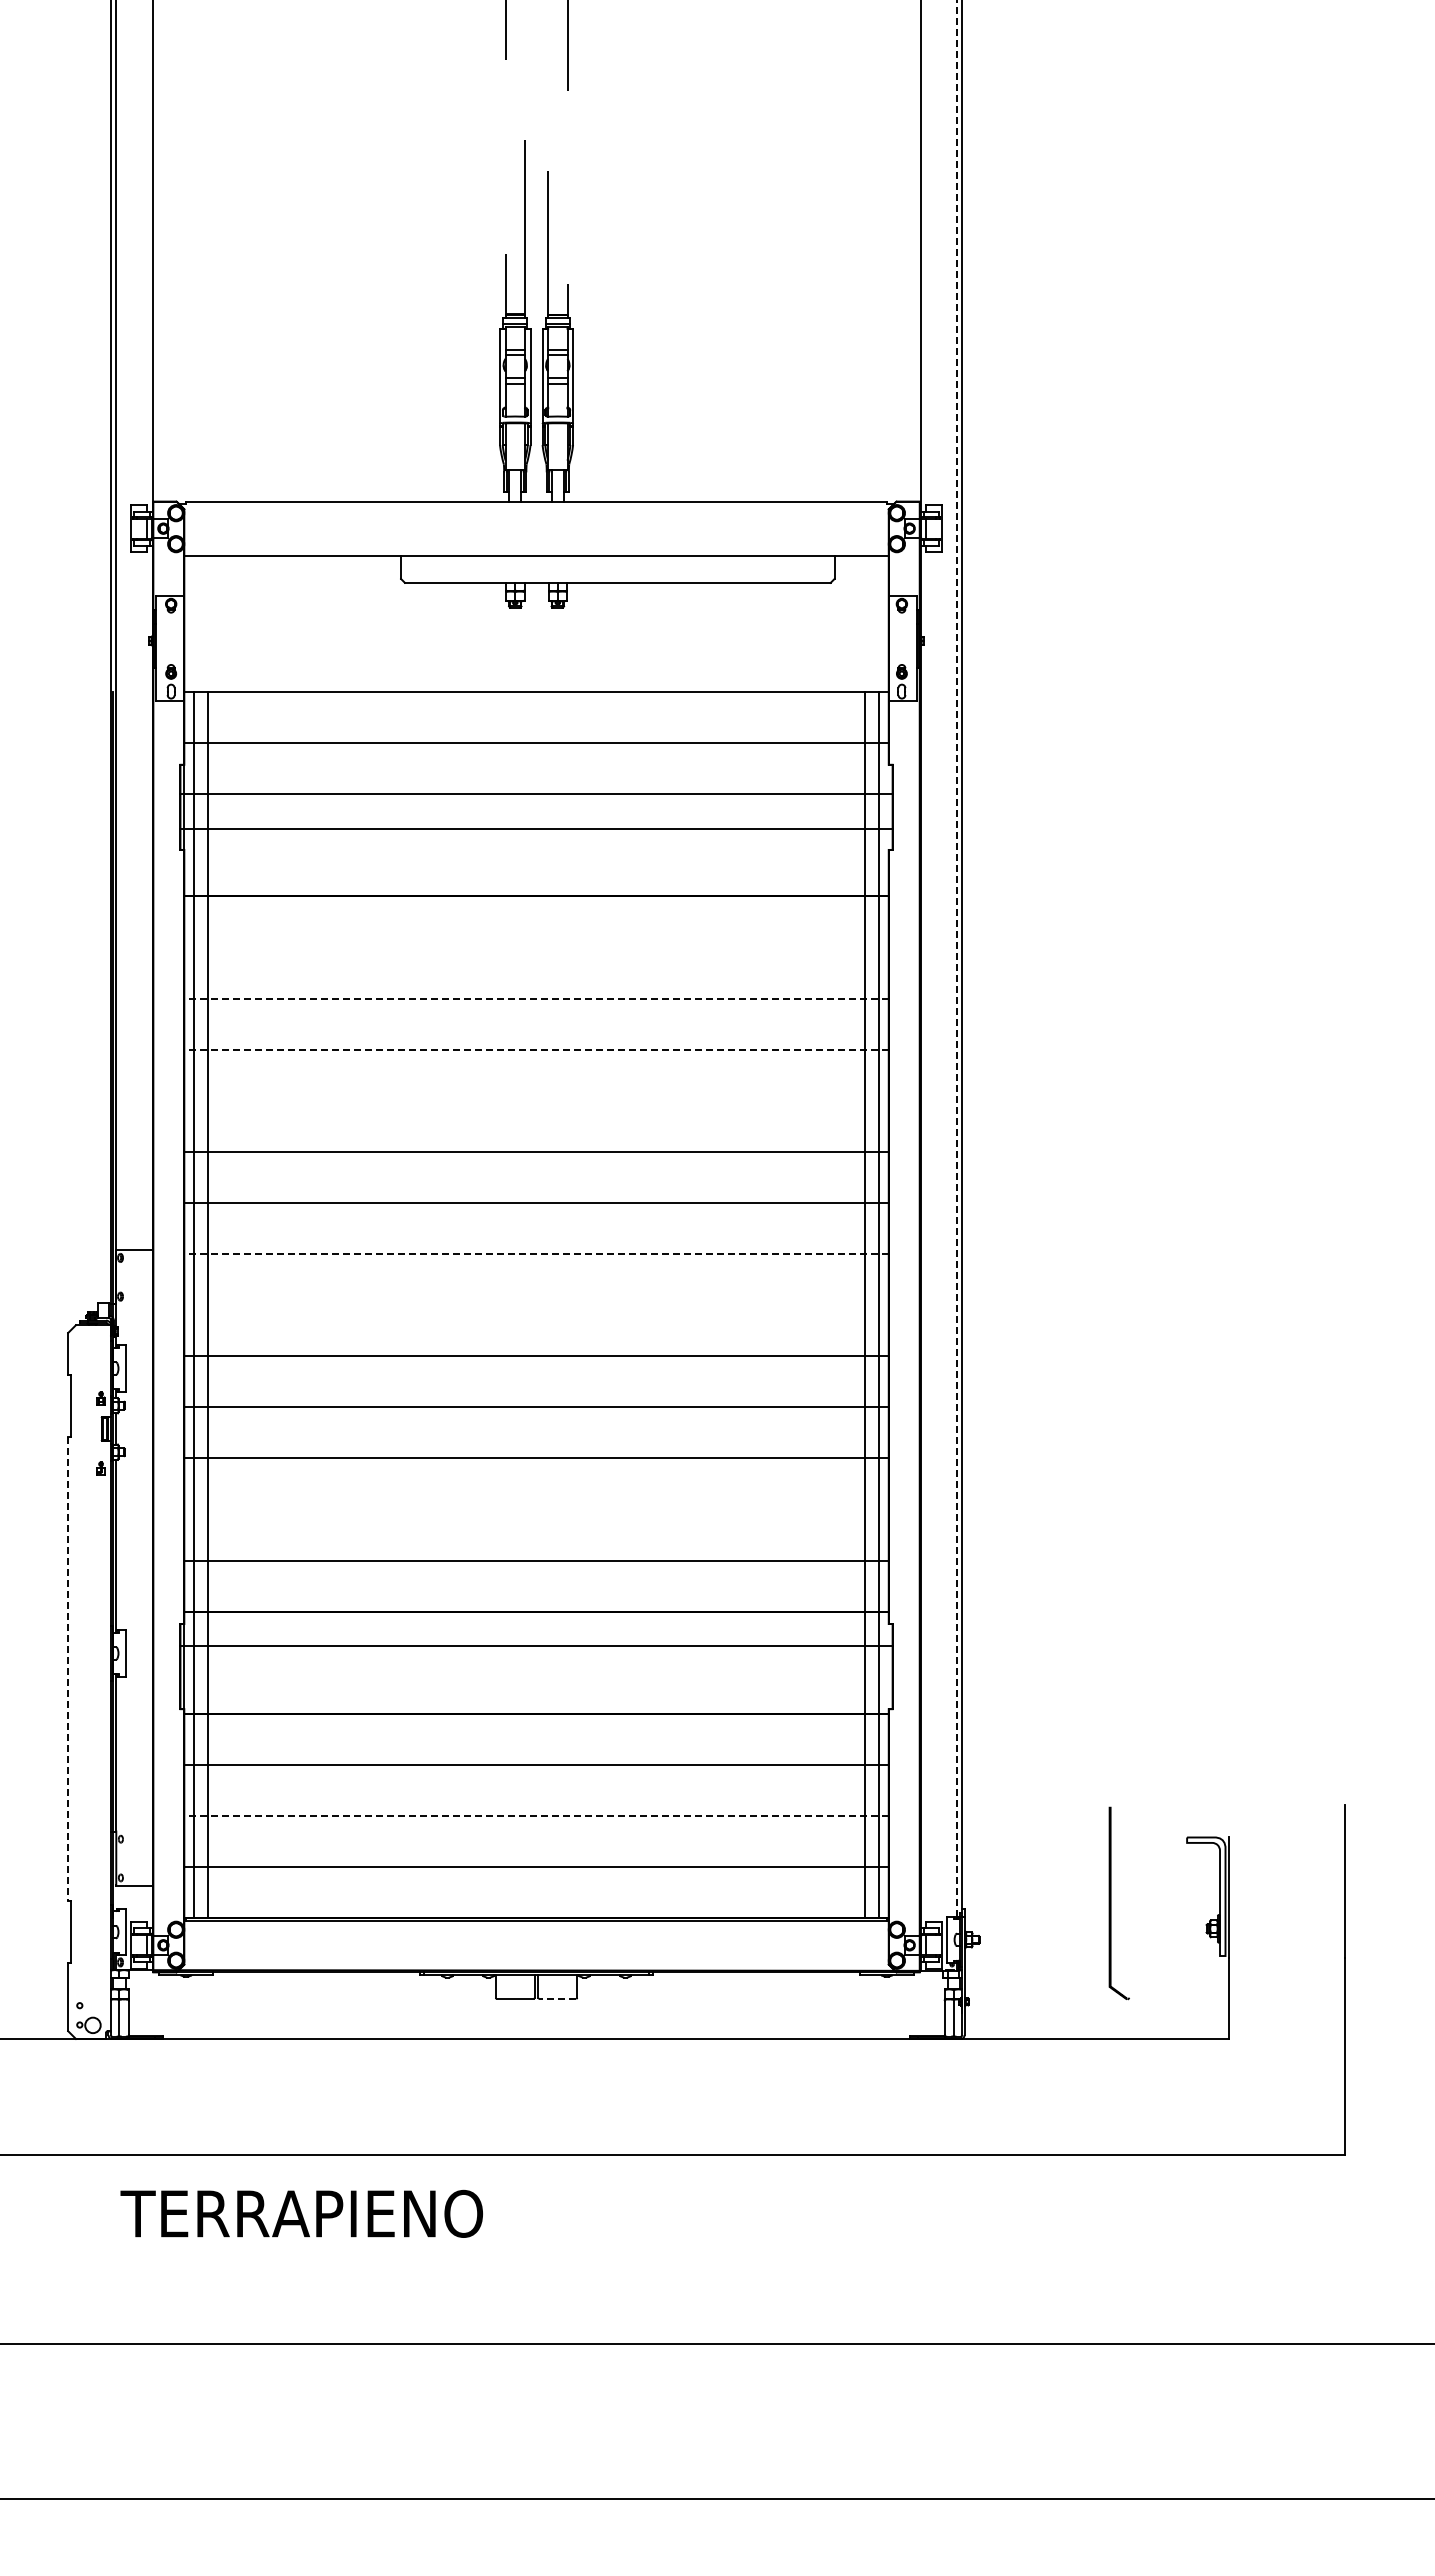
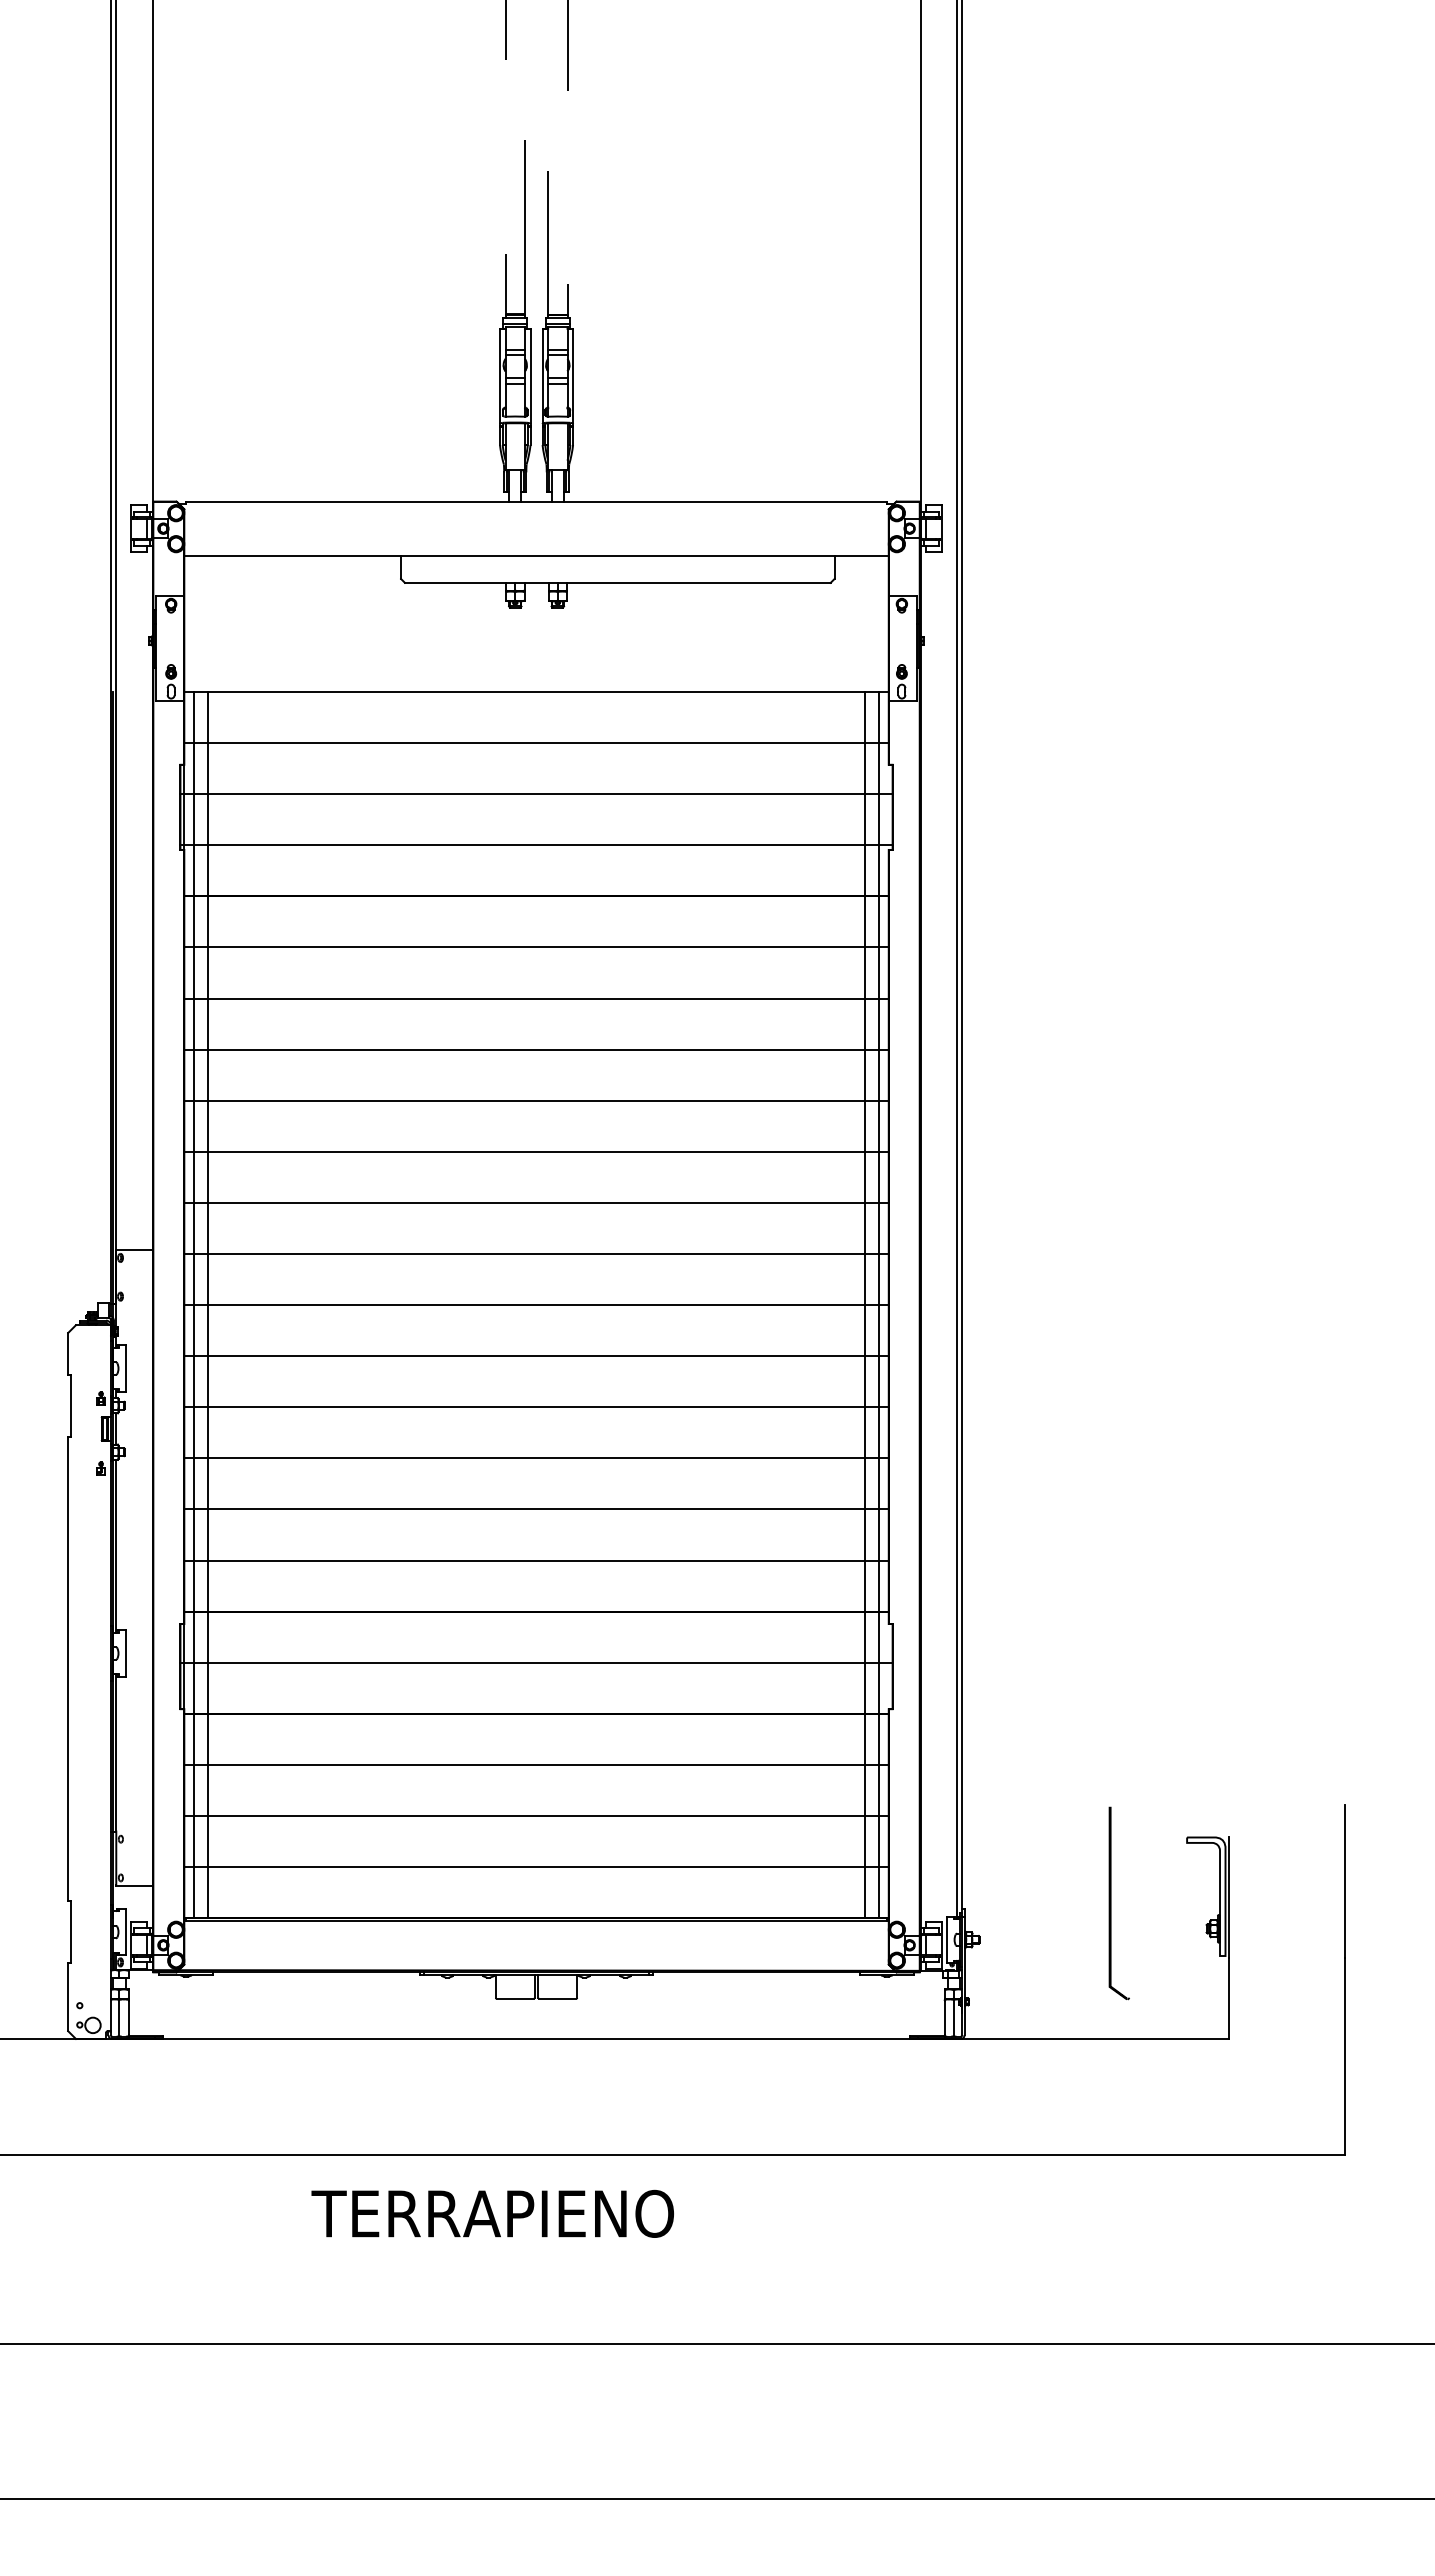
line at (536, 829) position: (536, 829) -> (536, 845)
line at (536, 947): none -> present
line at (956, 957): dashed -> solid
line at (536, 998): dashed -> solid
line at (536, 1049): dashed -> solid
line at (536, 1100): none -> present
line at (536, 1254): dashed -> solid
line at (536, 1305): none -> present
line at (536, 1509): none -> present
line at (536, 1645) position: (536, 1645) -> (536, 1662)
line at (68, 1669): dashed -> solid
line at (536, 1816): dashed -> solid
line at (557, 1998): dashed -> solid
text at (301, 2213) position: (301, 2213) -> (492, 2213)
